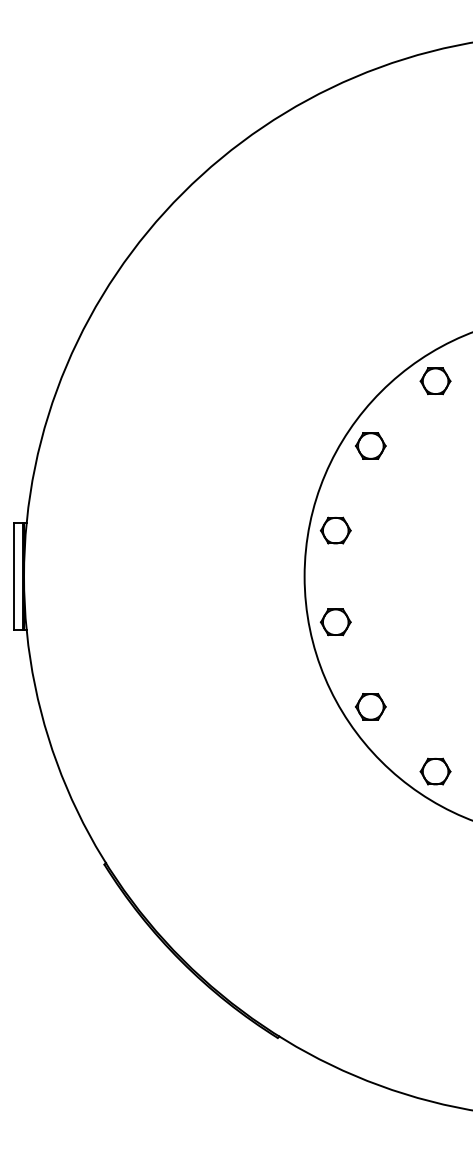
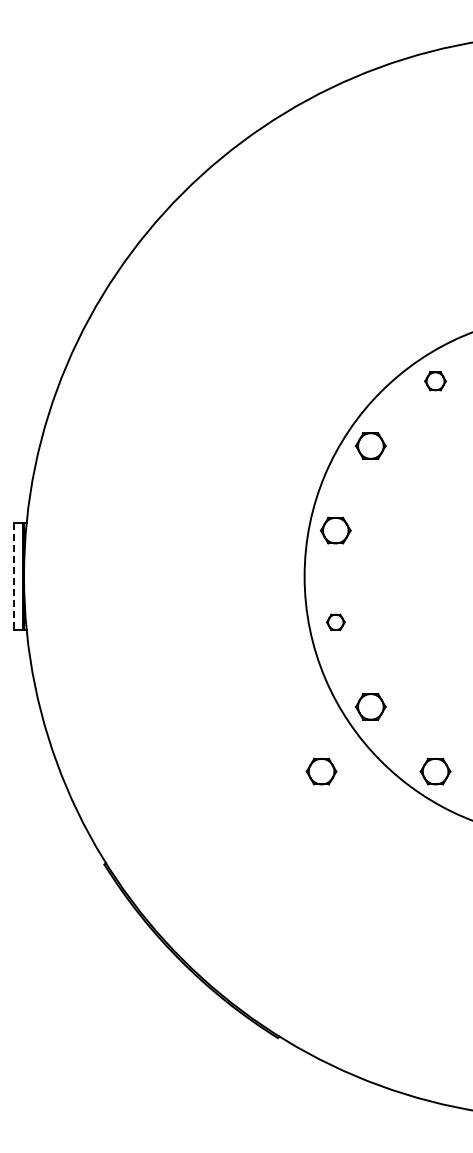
part at (435, 381) size: 33x29 px -> 23x21 px
line at (14, 577): solid -> dashed
part at (335, 622) size: 32x29 px -> 21x19 px
part at (321, 771): none -> present
